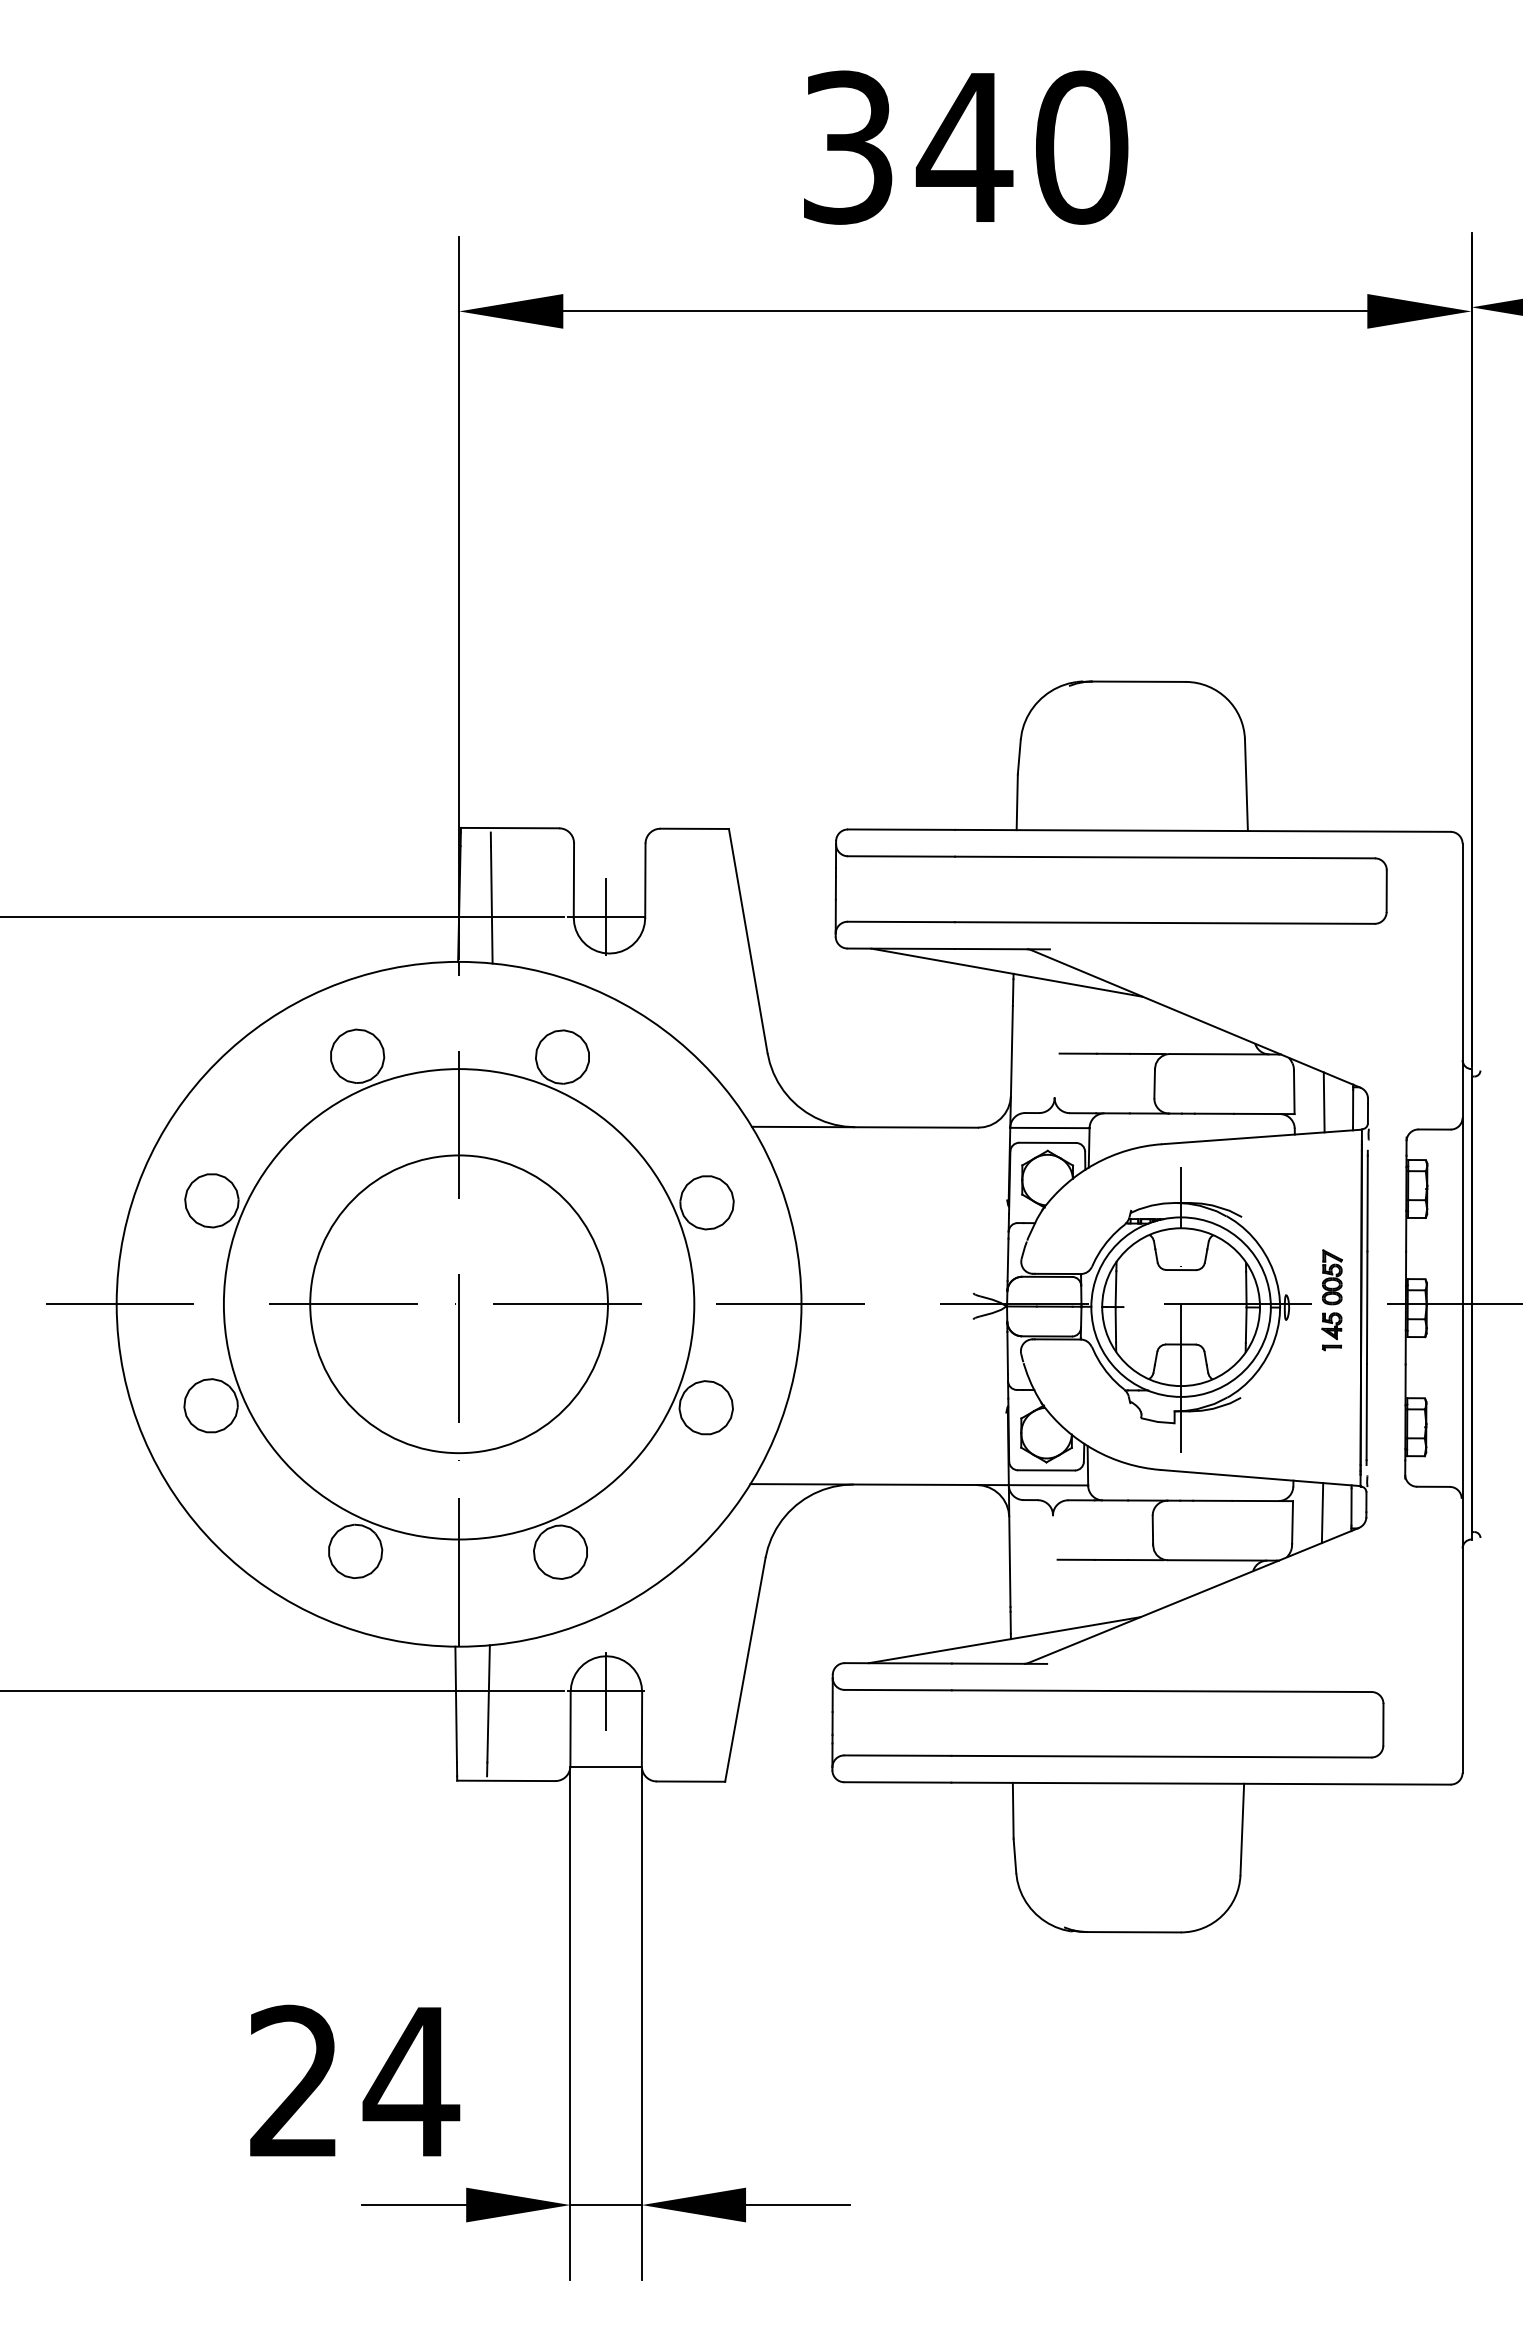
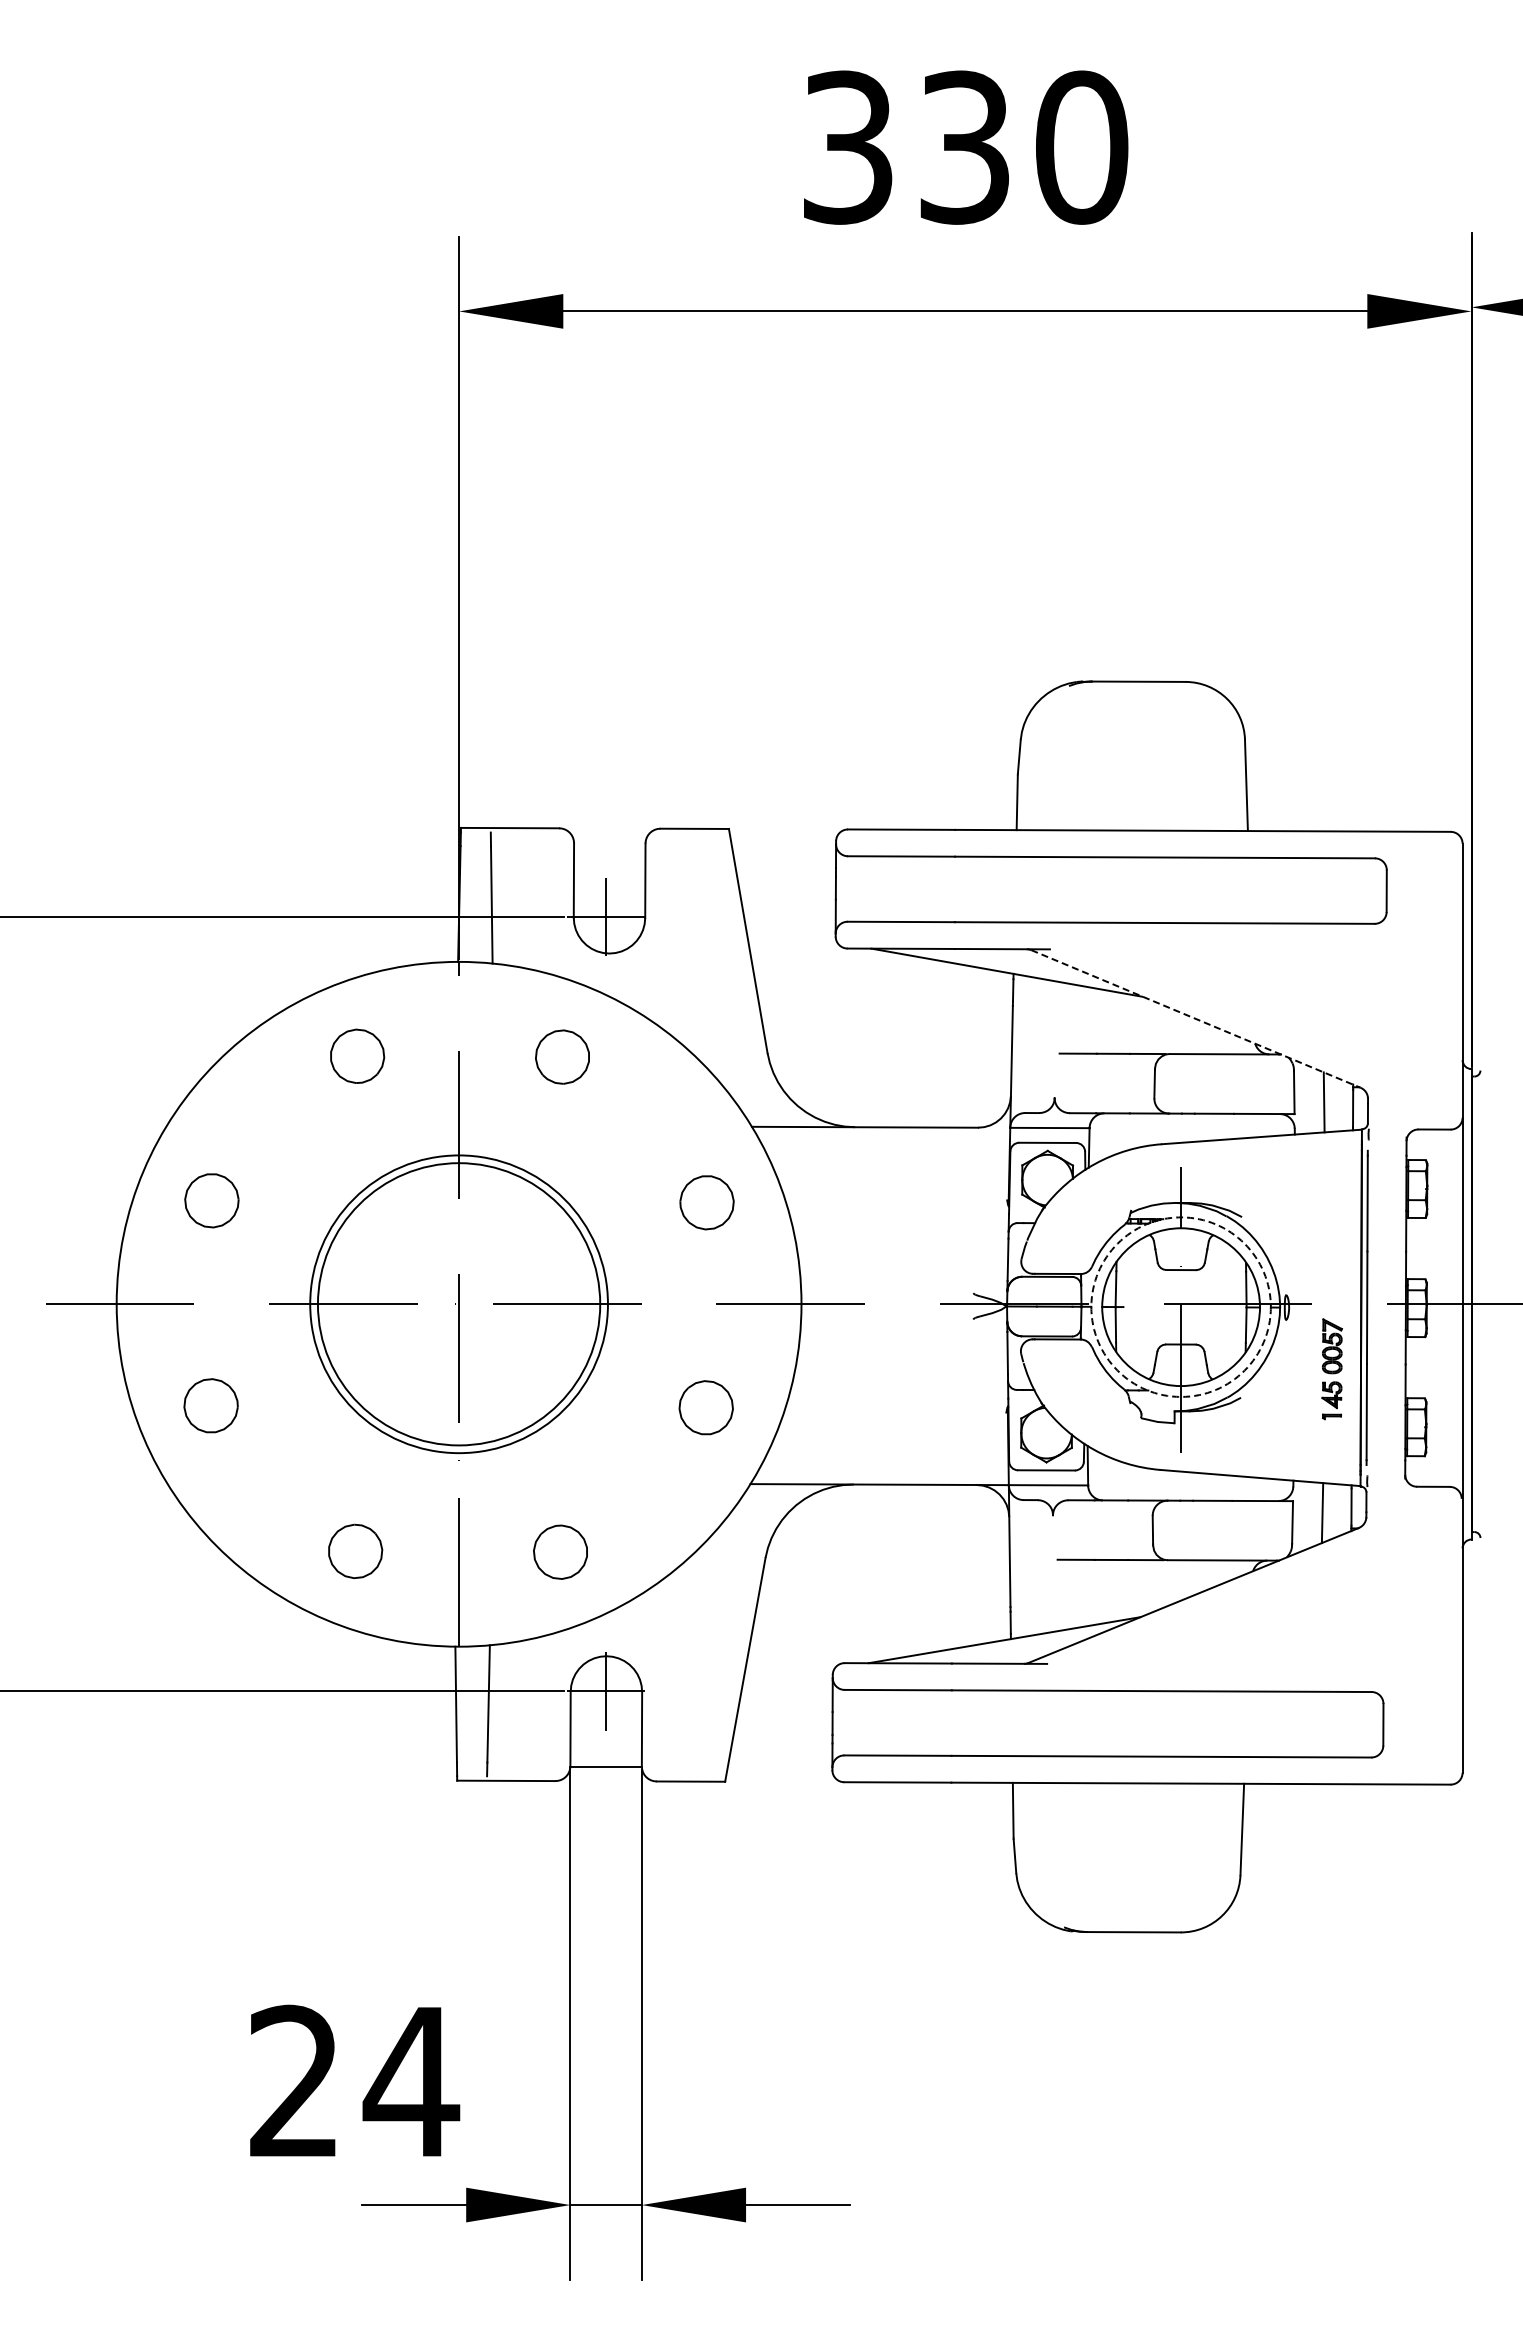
text at (964, 147): 340 -> 330
line at (1196, 1019): solid -> dashed
part at (1331, 1300) position: (1331, 1300) -> (1331, 1369)
circle at (458, 1304) diameter: 470 px -> 282 px
circle at (1180, 1306): solid -> dashed
